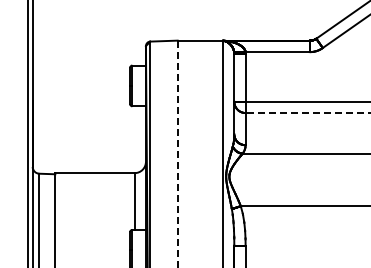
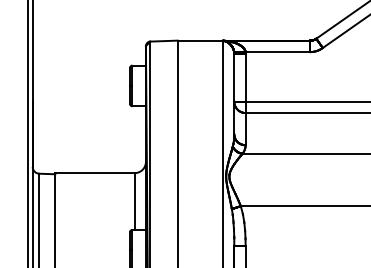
line at (307, 113): dashed -> solid
line at (177, 154): dashed -> solid
